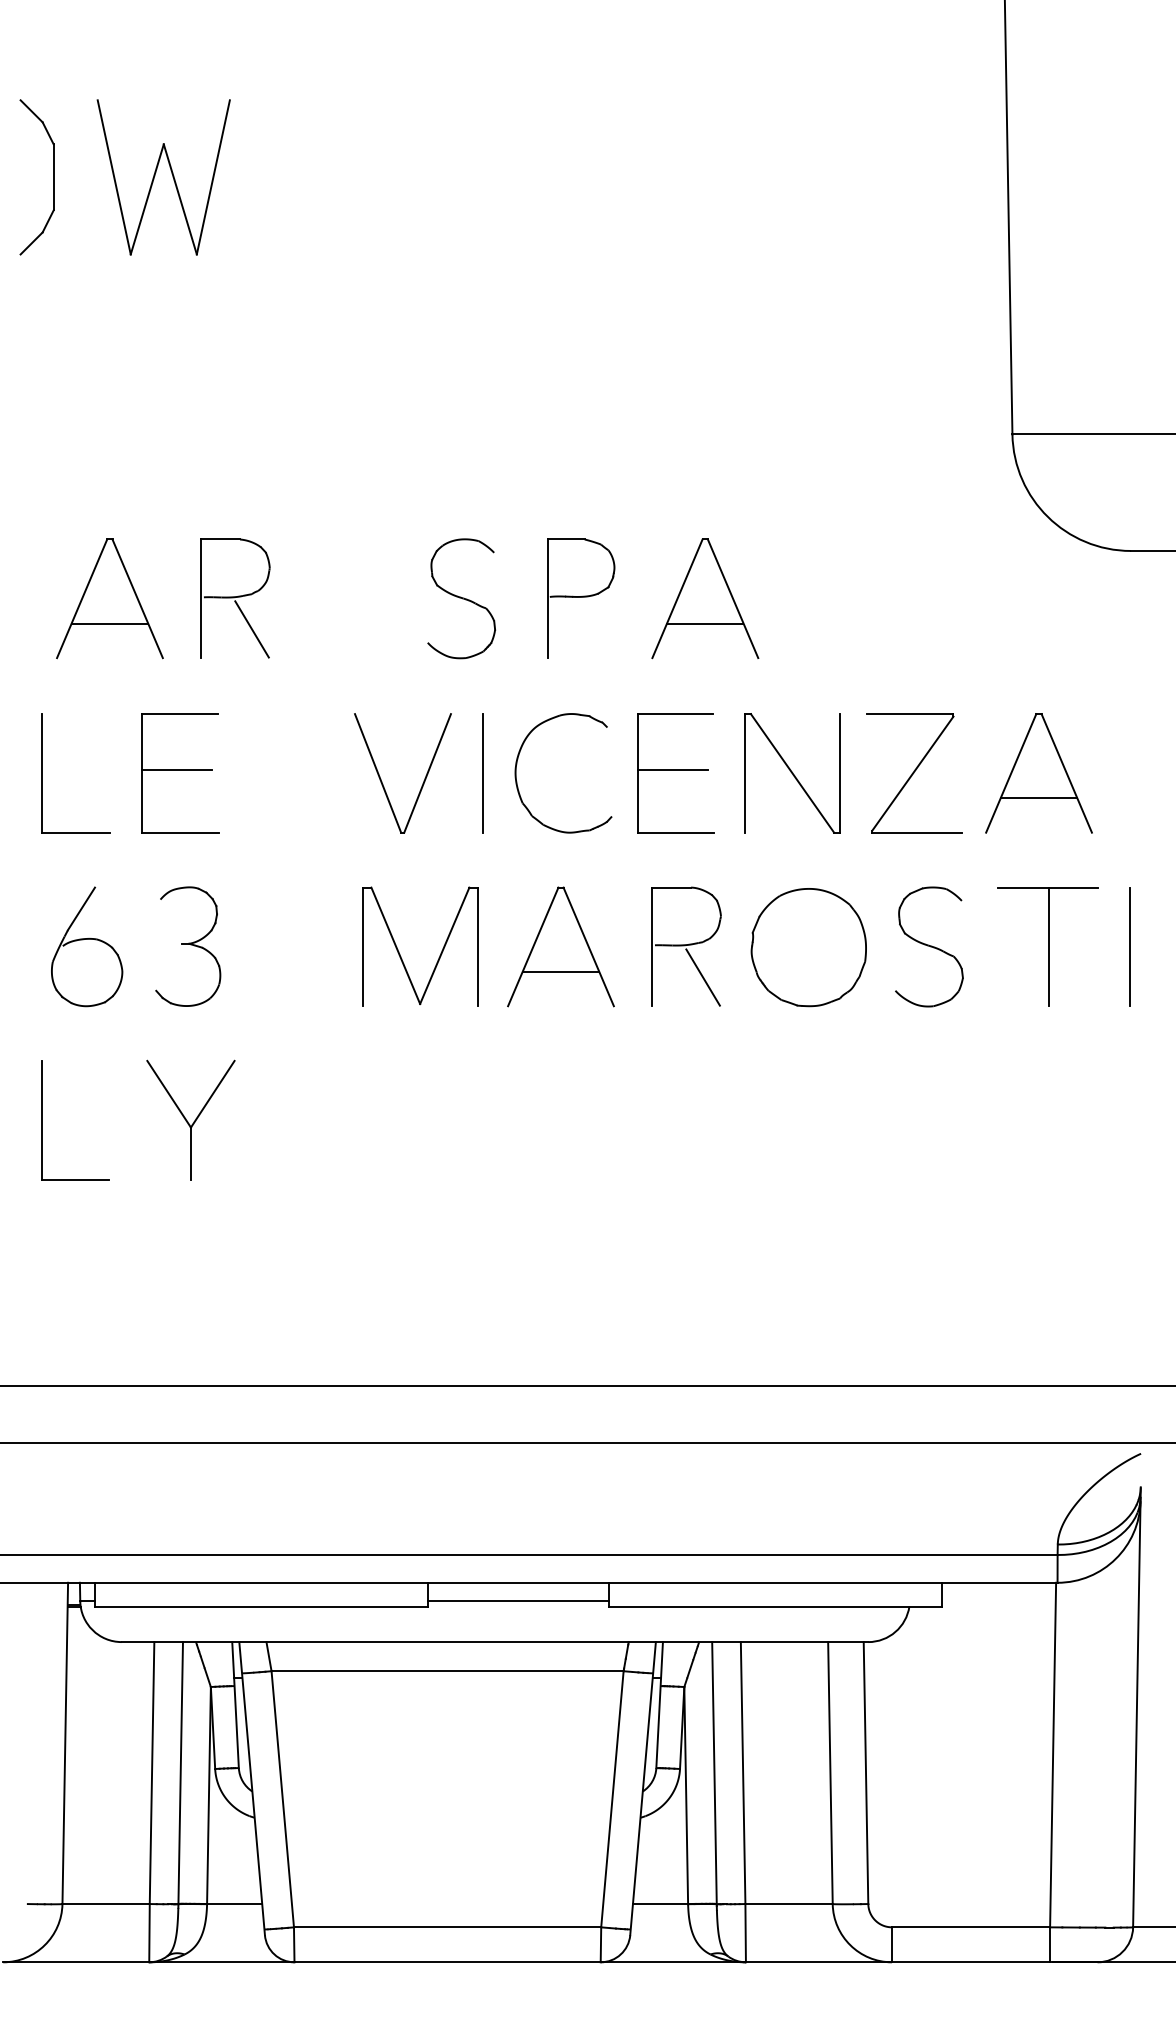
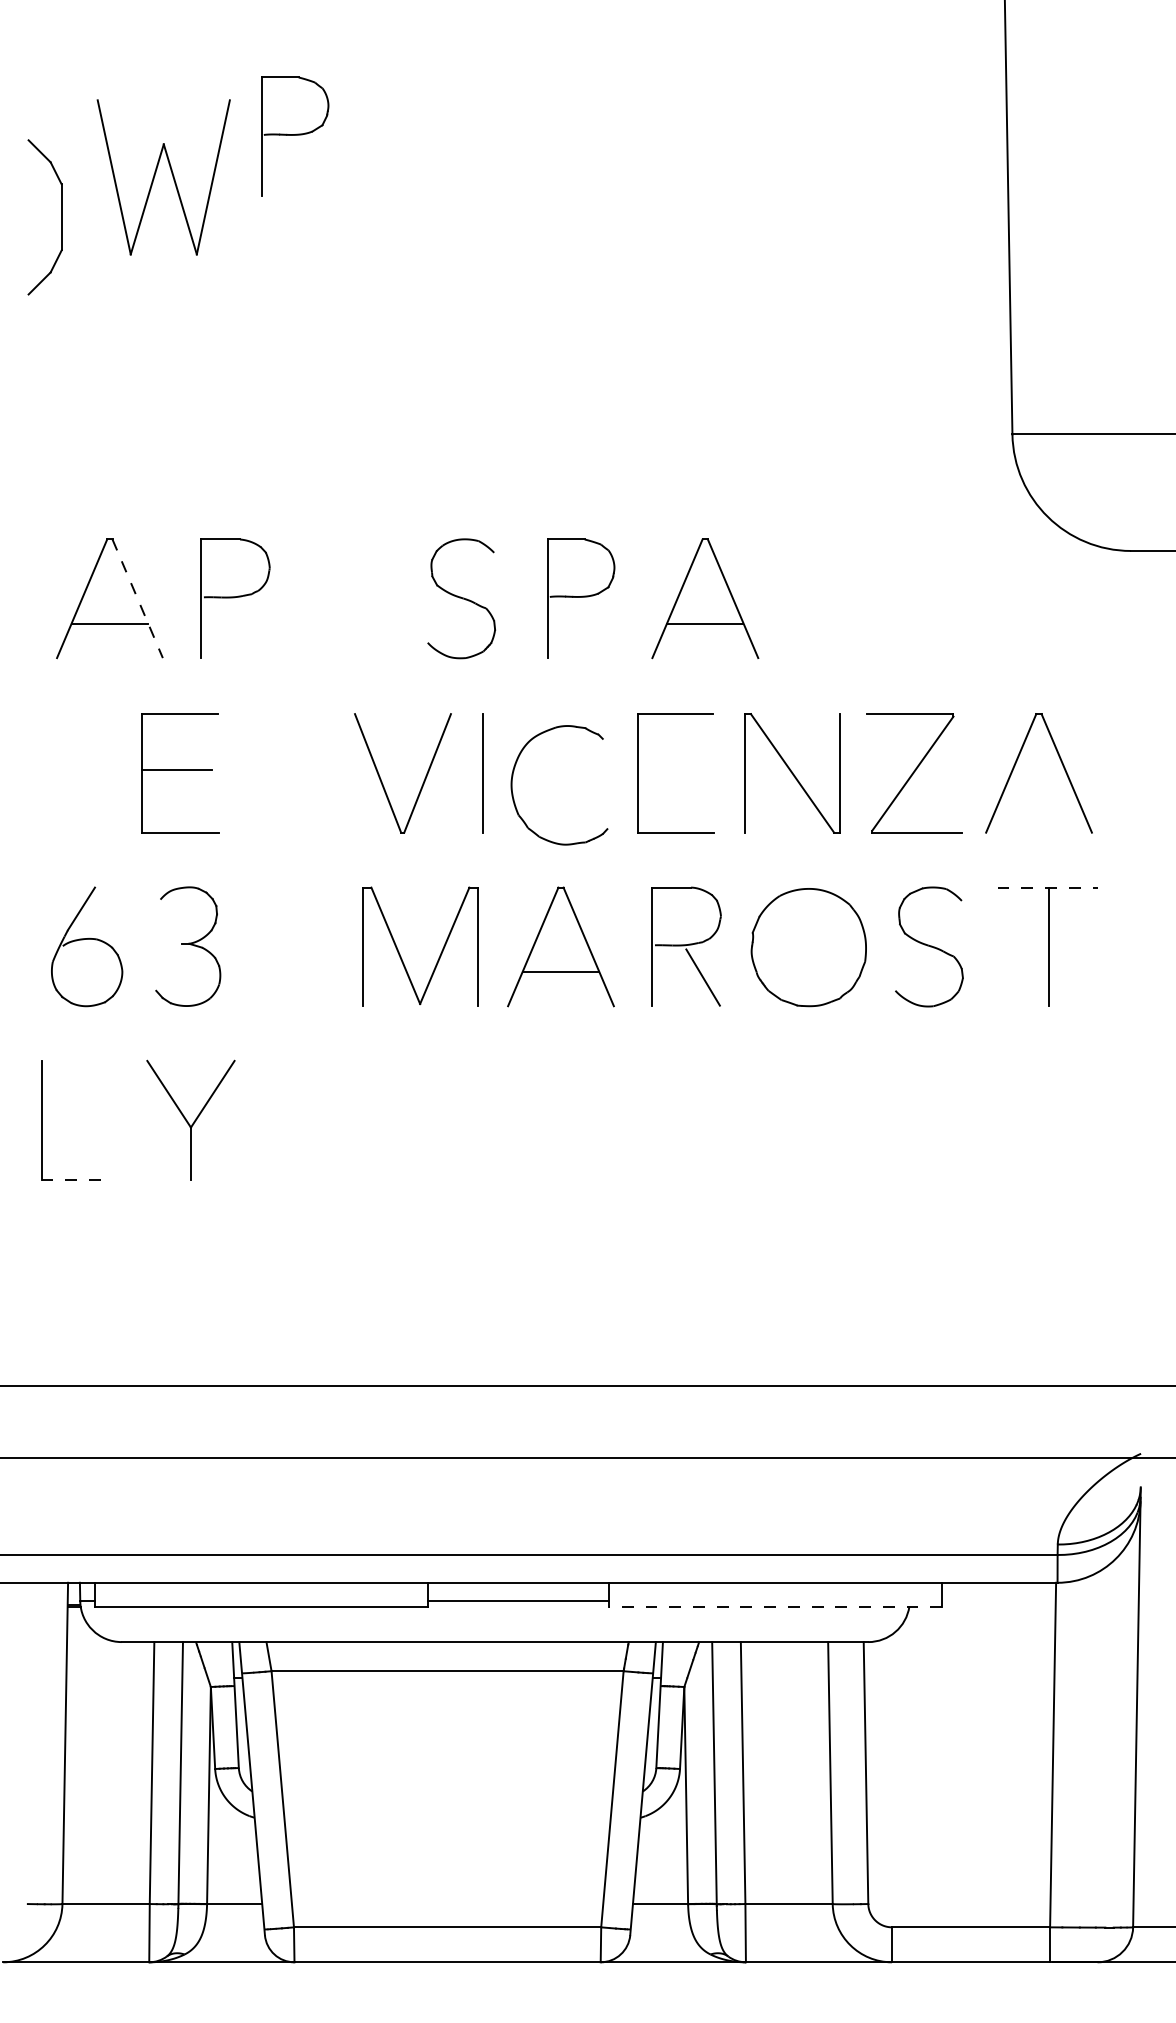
part at (295, 136): none -> present
part at (53, 177) position: (53, 177) -> (61, 217)
line at (137, 599): solid -> dashed
line at (251, 629): present -> none
line at (672, 770): present -> none
part at (42, 773): present -> none
part at (517, 781) position: (517, 781) -> (513, 793)
line at (1038, 798): present -> none
line at (1048, 887): solid -> dashed
line at (1129, 946): present -> none
line at (75, 1179): solid -> dashed
line at (587, 1442) position: (587, 1442) -> (587, 1457)
line at (775, 1606): solid -> dashed
